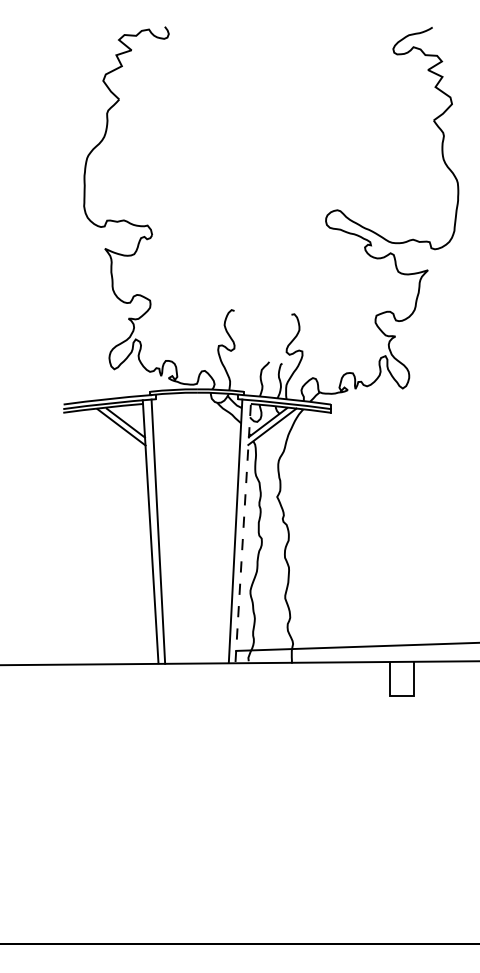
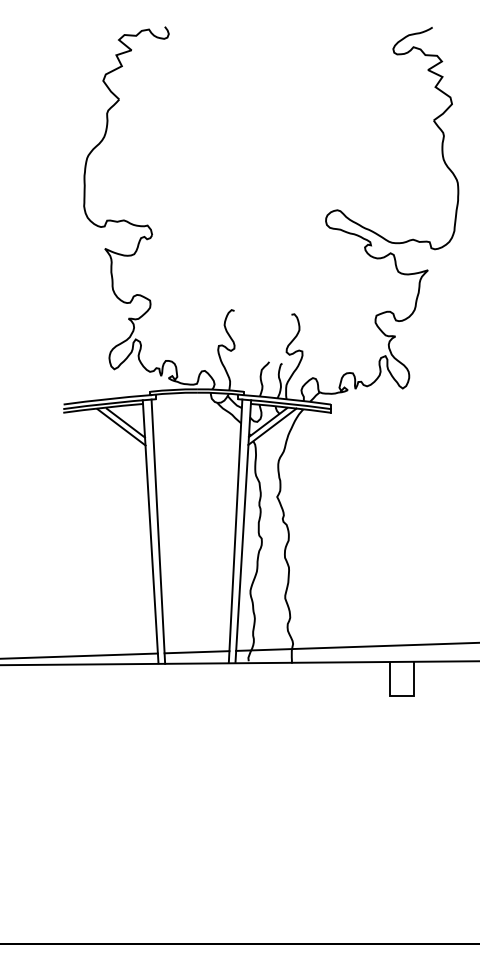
line at (243, 530): dashed -> solid
line at (196, 652): none -> present
line at (79, 655): none -> present
